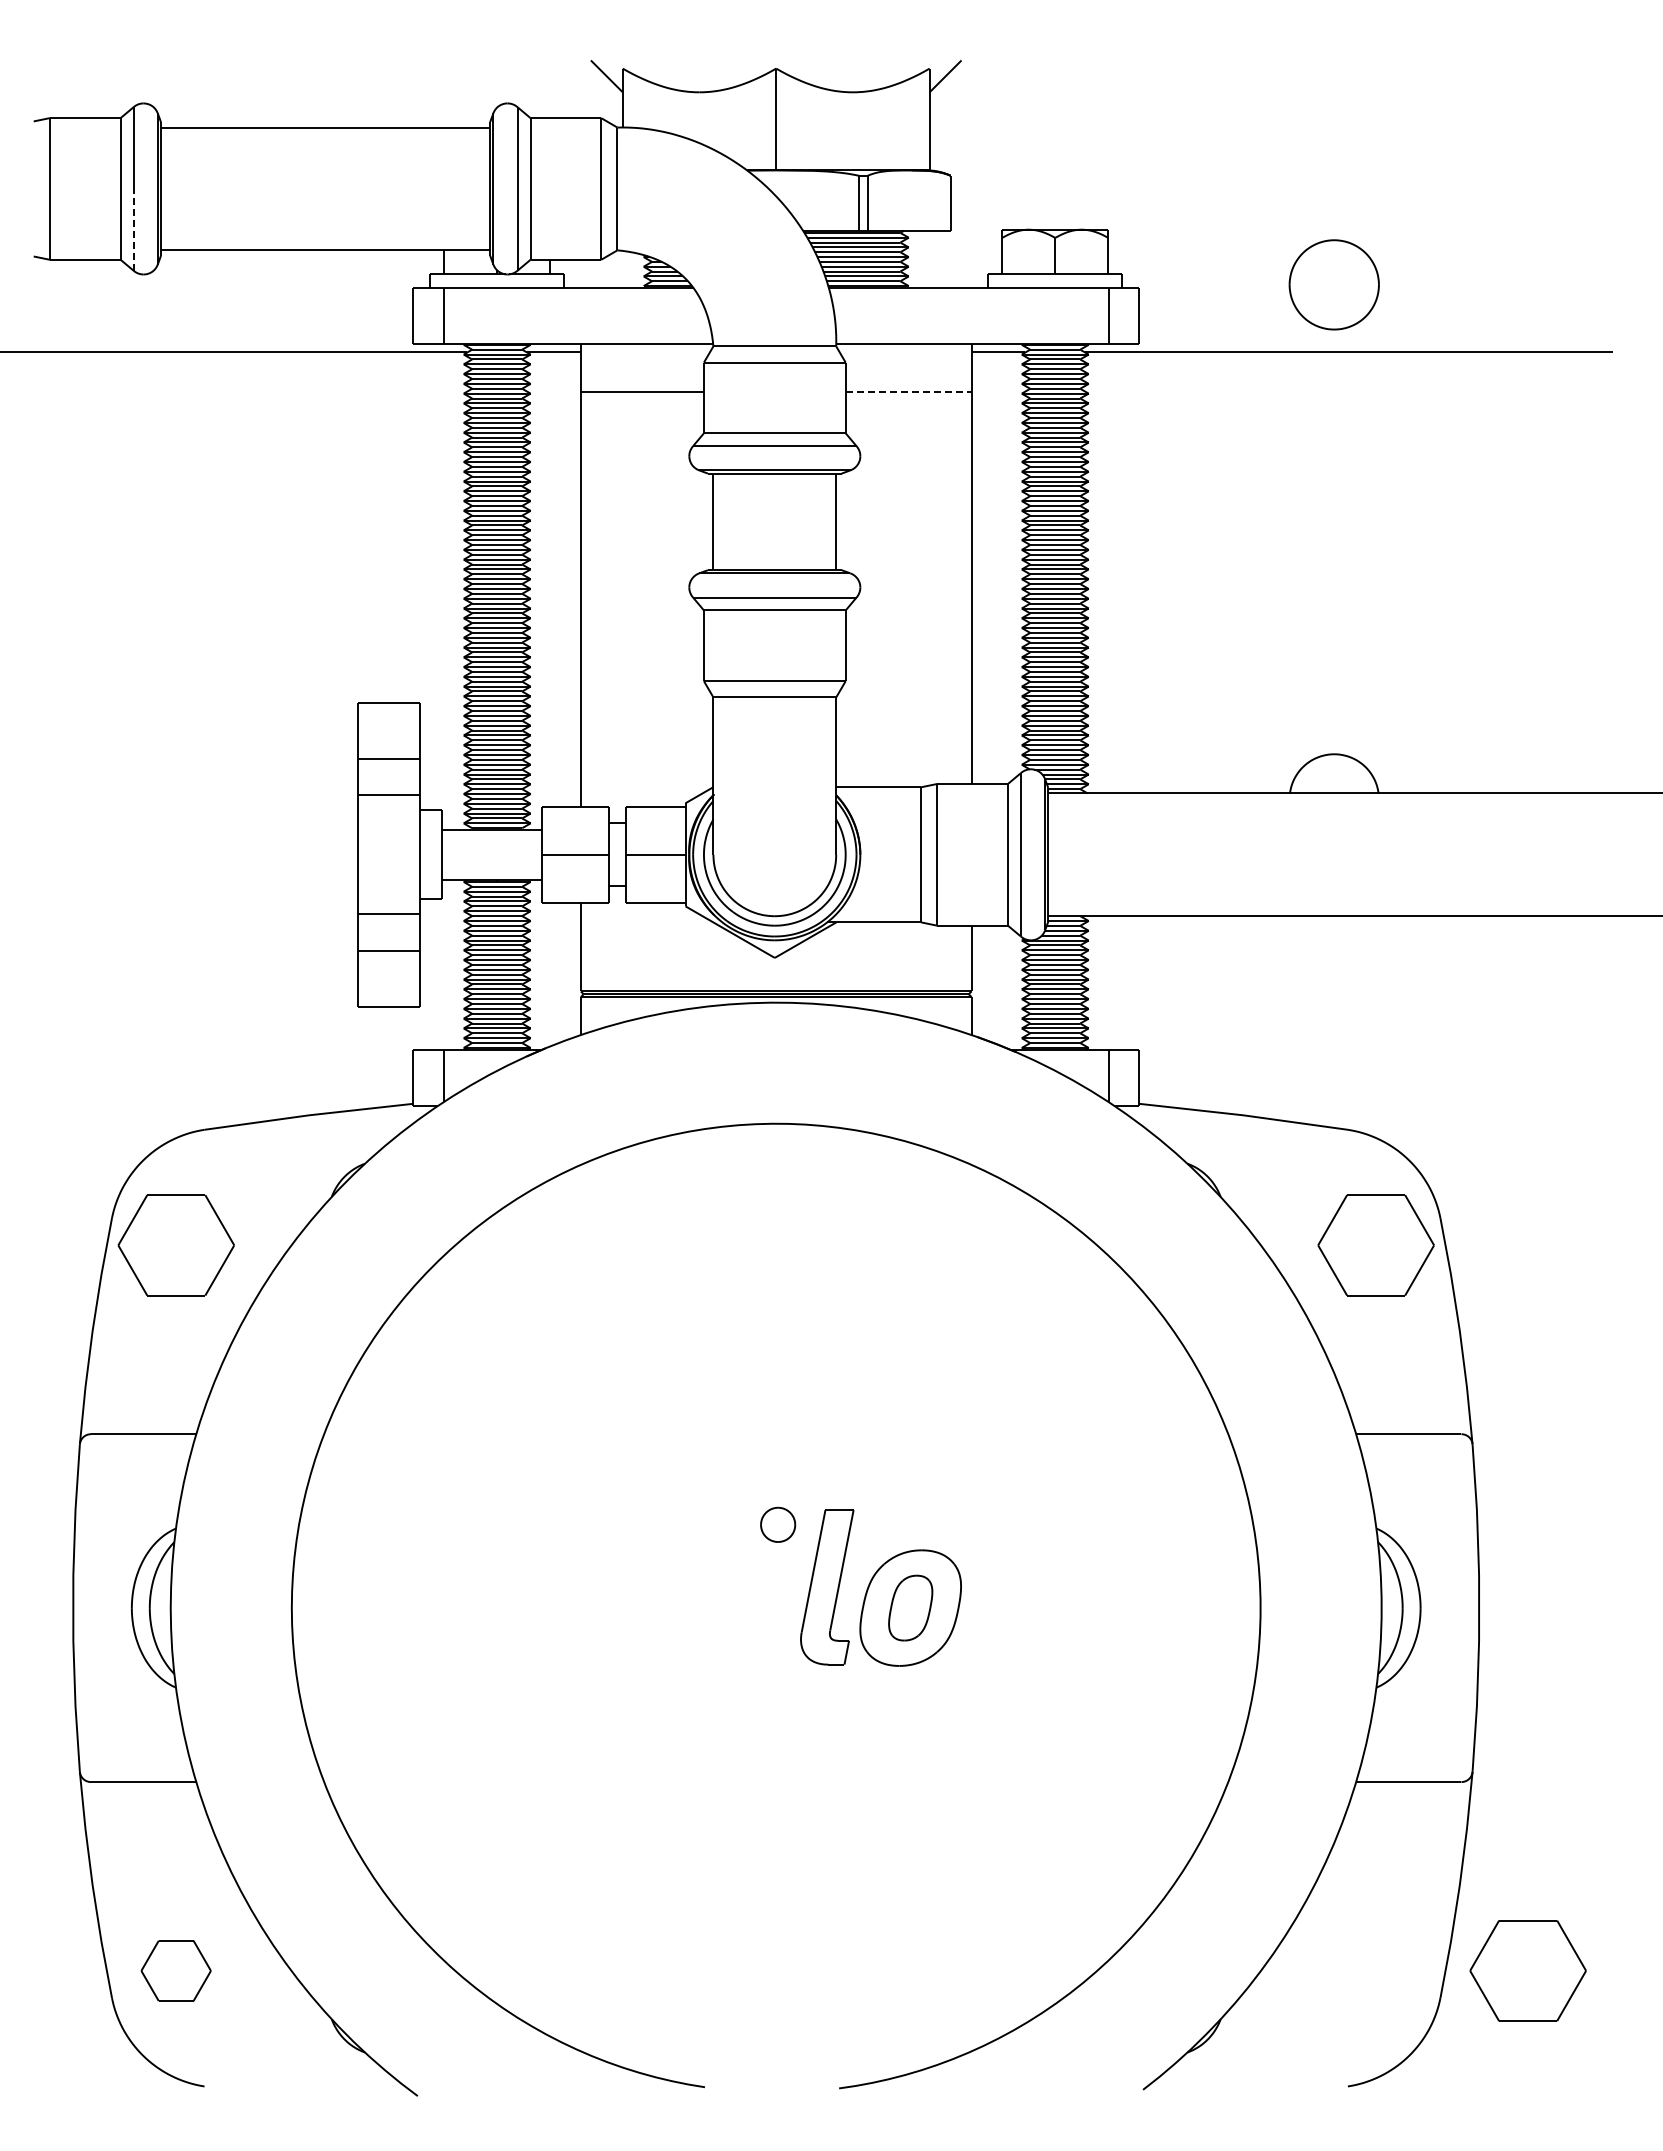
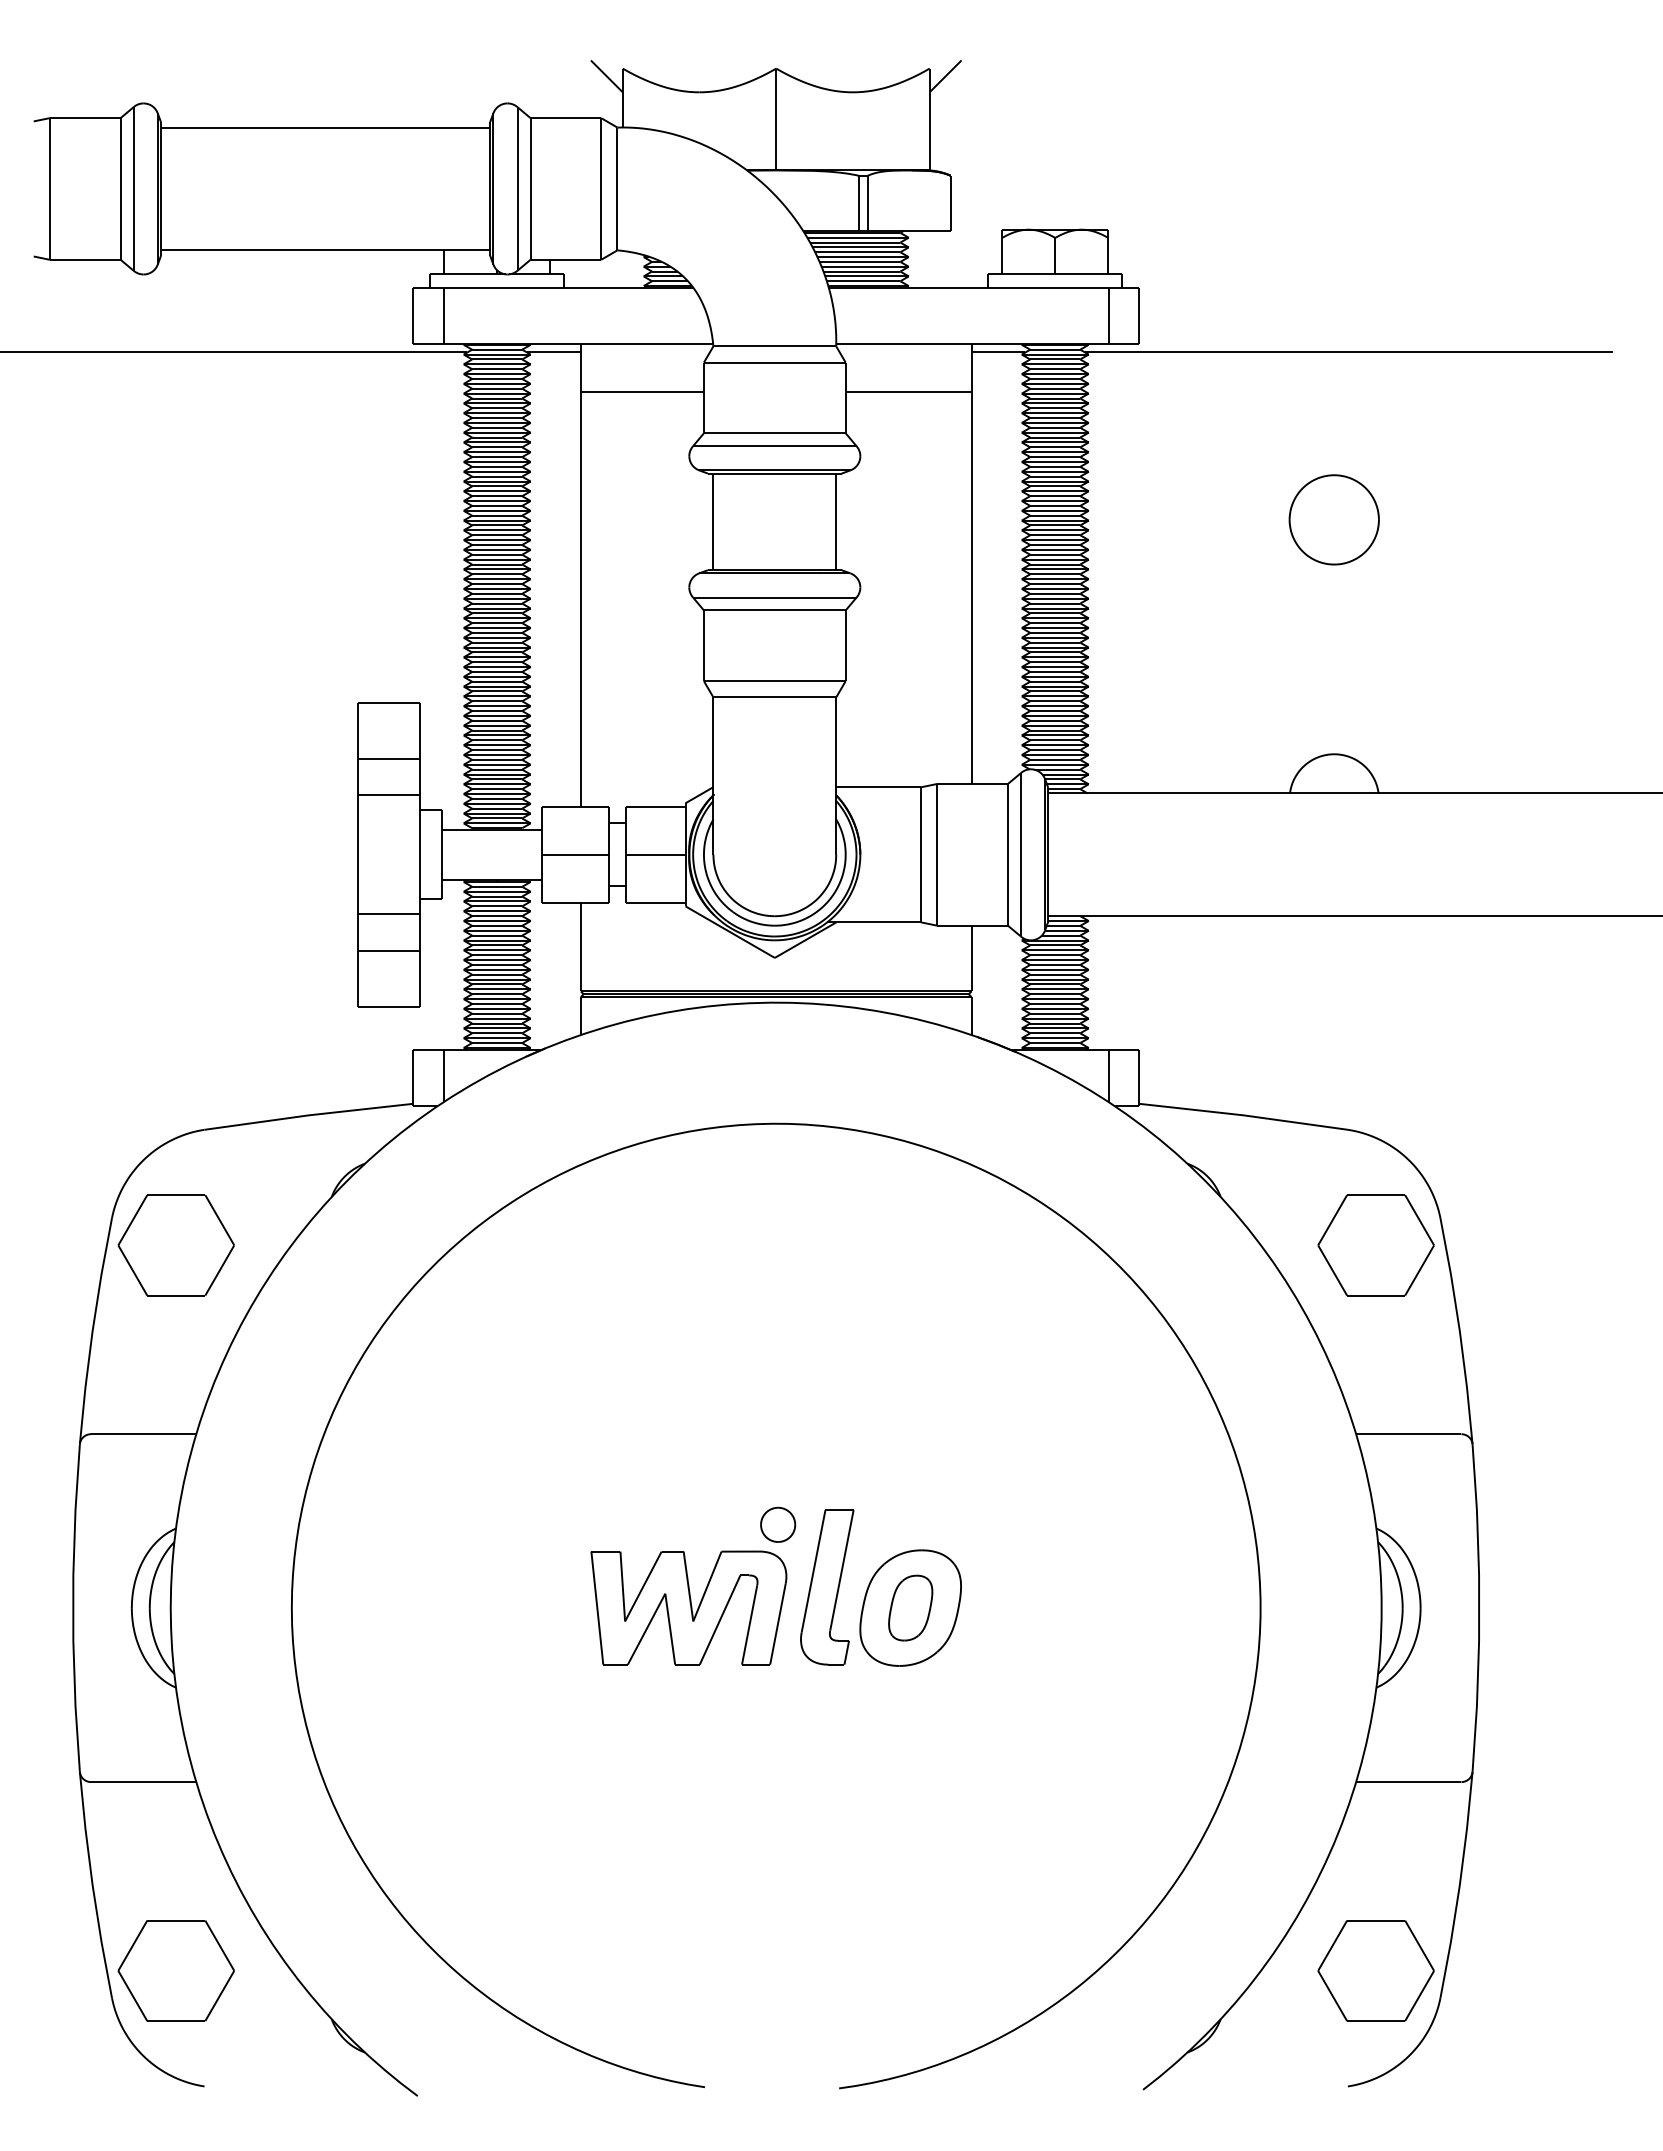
line at (133, 229): dashed -> solid
part at (1333, 284) position: (1333, 284) -> (1333, 519)
line at (908, 391): dashed -> solid
part at (688, 1607): none -> present
part at (175, 1970) size: 72x62 px -> 118x102 px
part at (1527, 1970) position: (1527, 1970) -> (1375, 1970)
